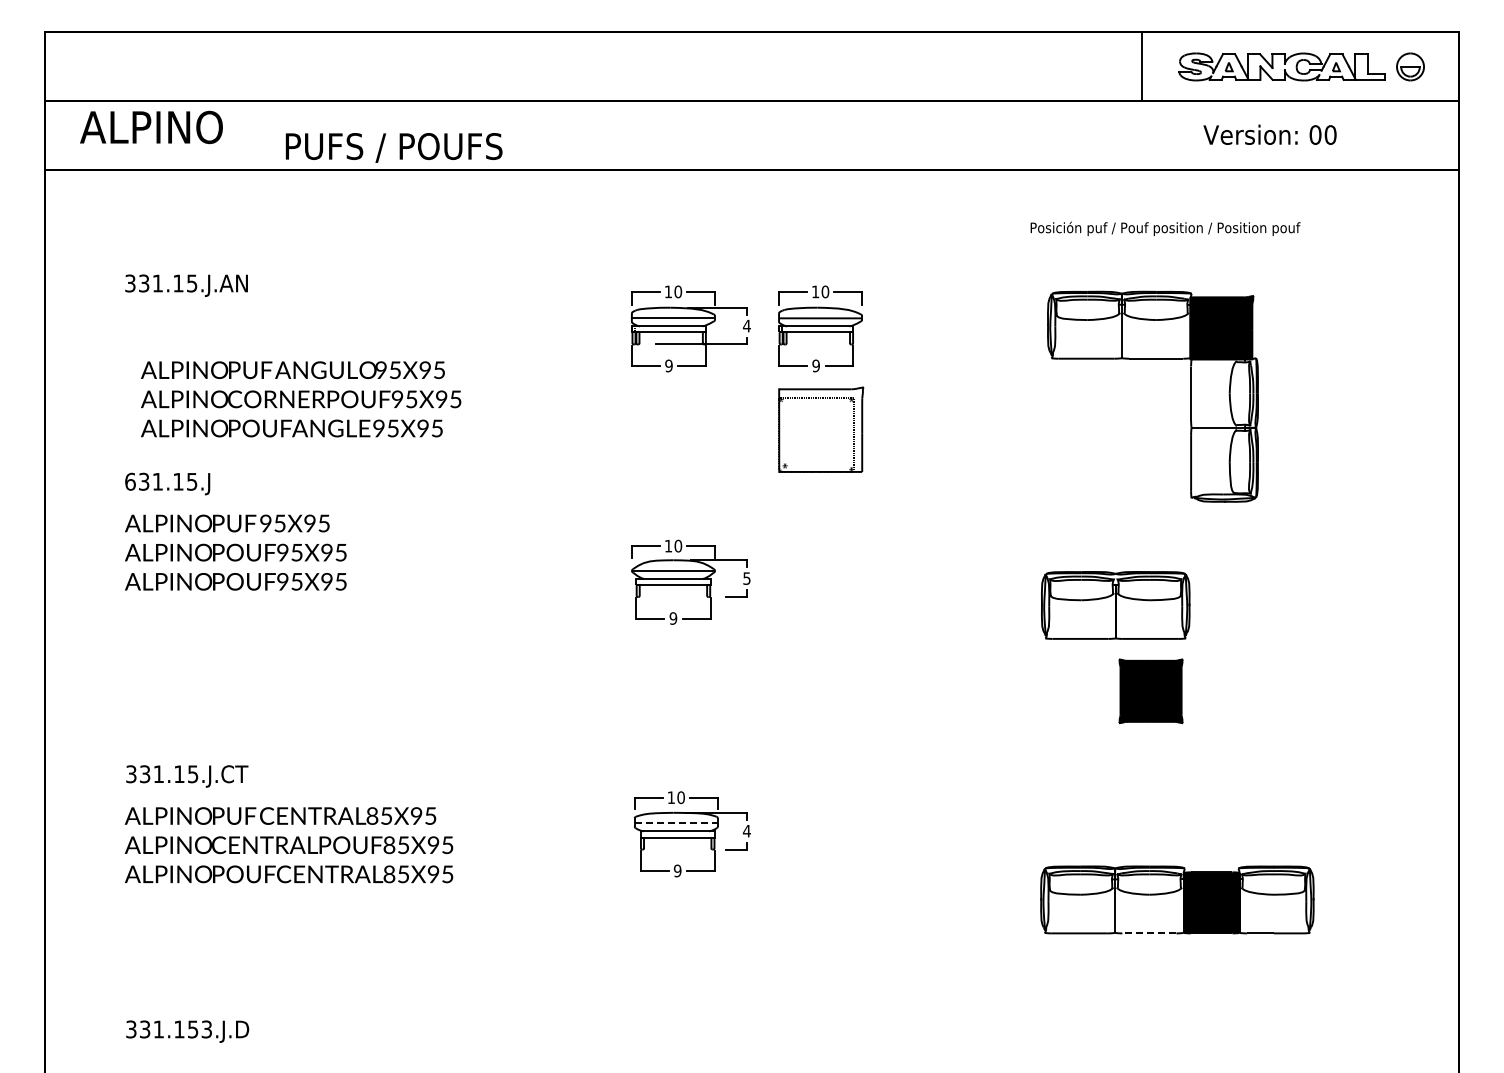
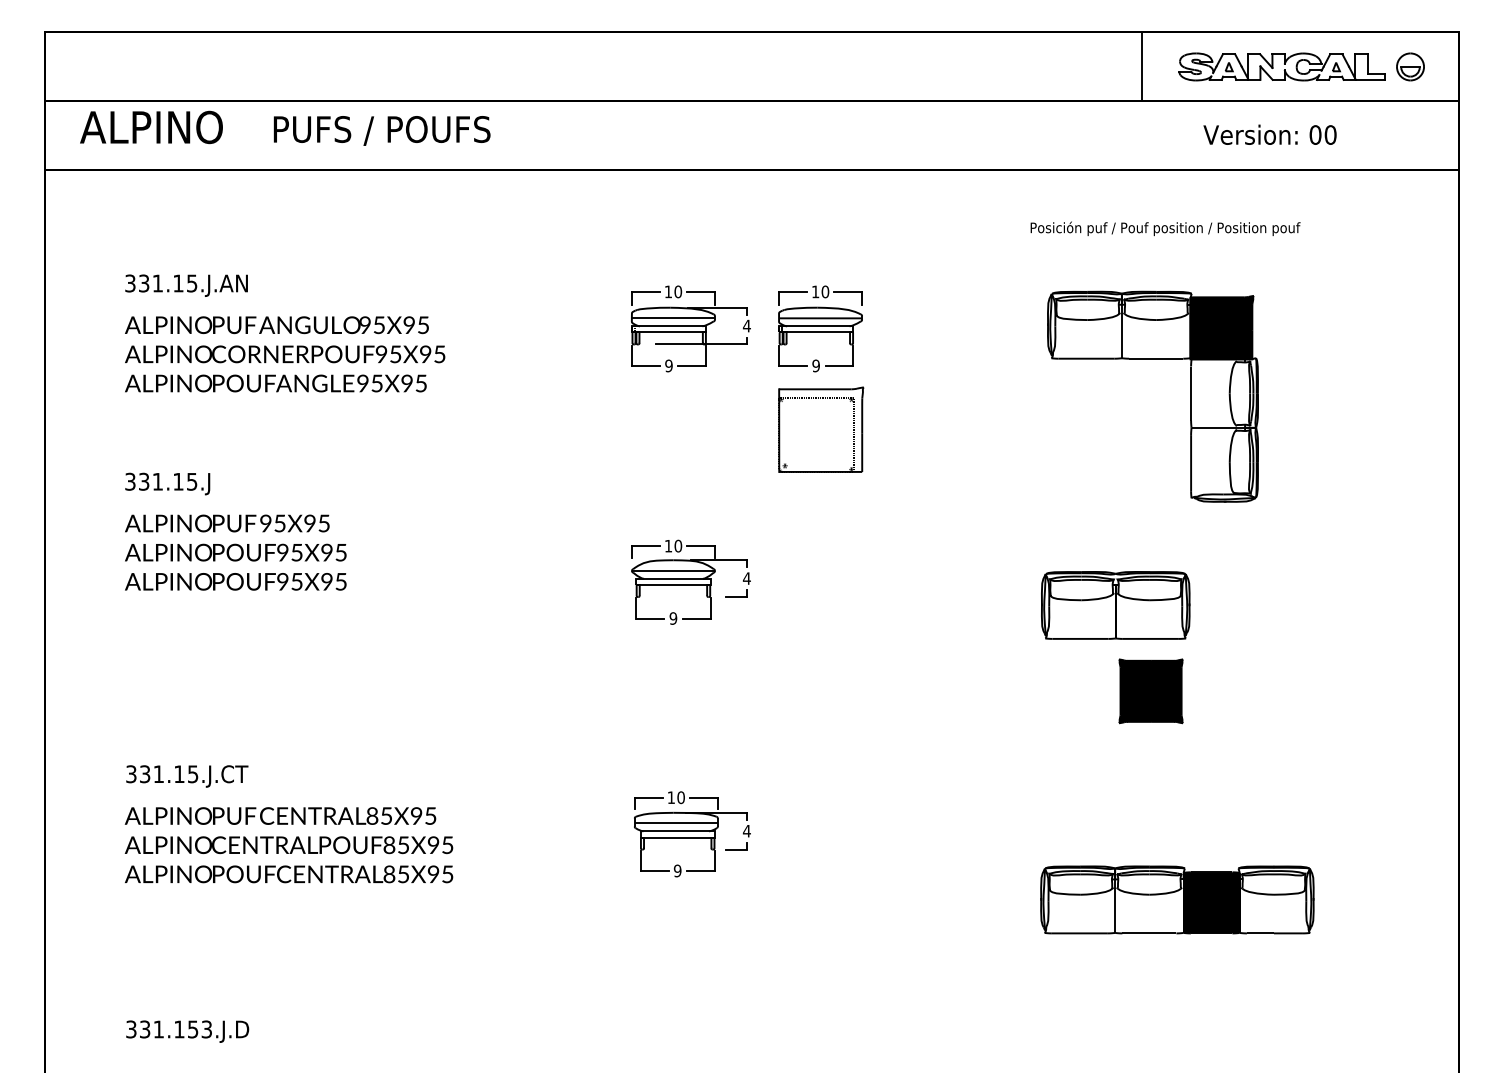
text at (393, 147) position: (393, 147) -> (381, 130)
text at (301, 399) position: (301, 399) -> (285, 354)
text at (130, 481): 631.15.J -> 331.15.J
text at (746, 578): 5 -> 4
line at (676, 822): dashed -> solid
line at (1148, 933): dashed -> solid
